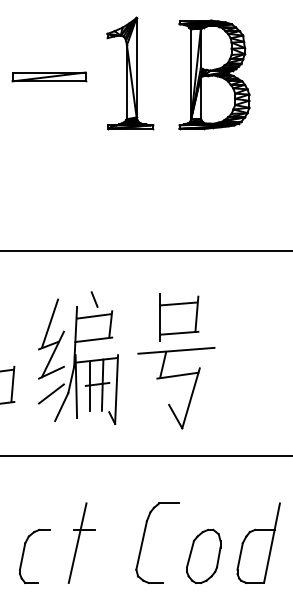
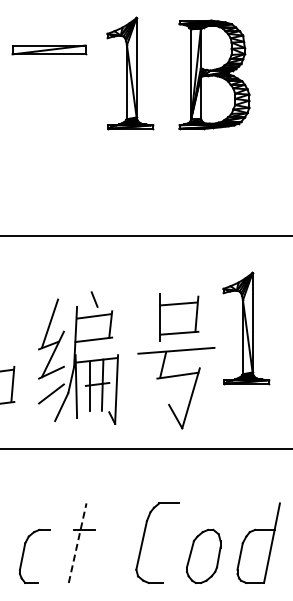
part at (49, 76) position: (49, 76) -> (49, 49)
line at (145, 251) position: (145, 251) -> (145, 236)
part at (246, 328): none -> present
line at (145, 455) position: (145, 455) -> (145, 448)
line at (77, 543): solid -> dashed
